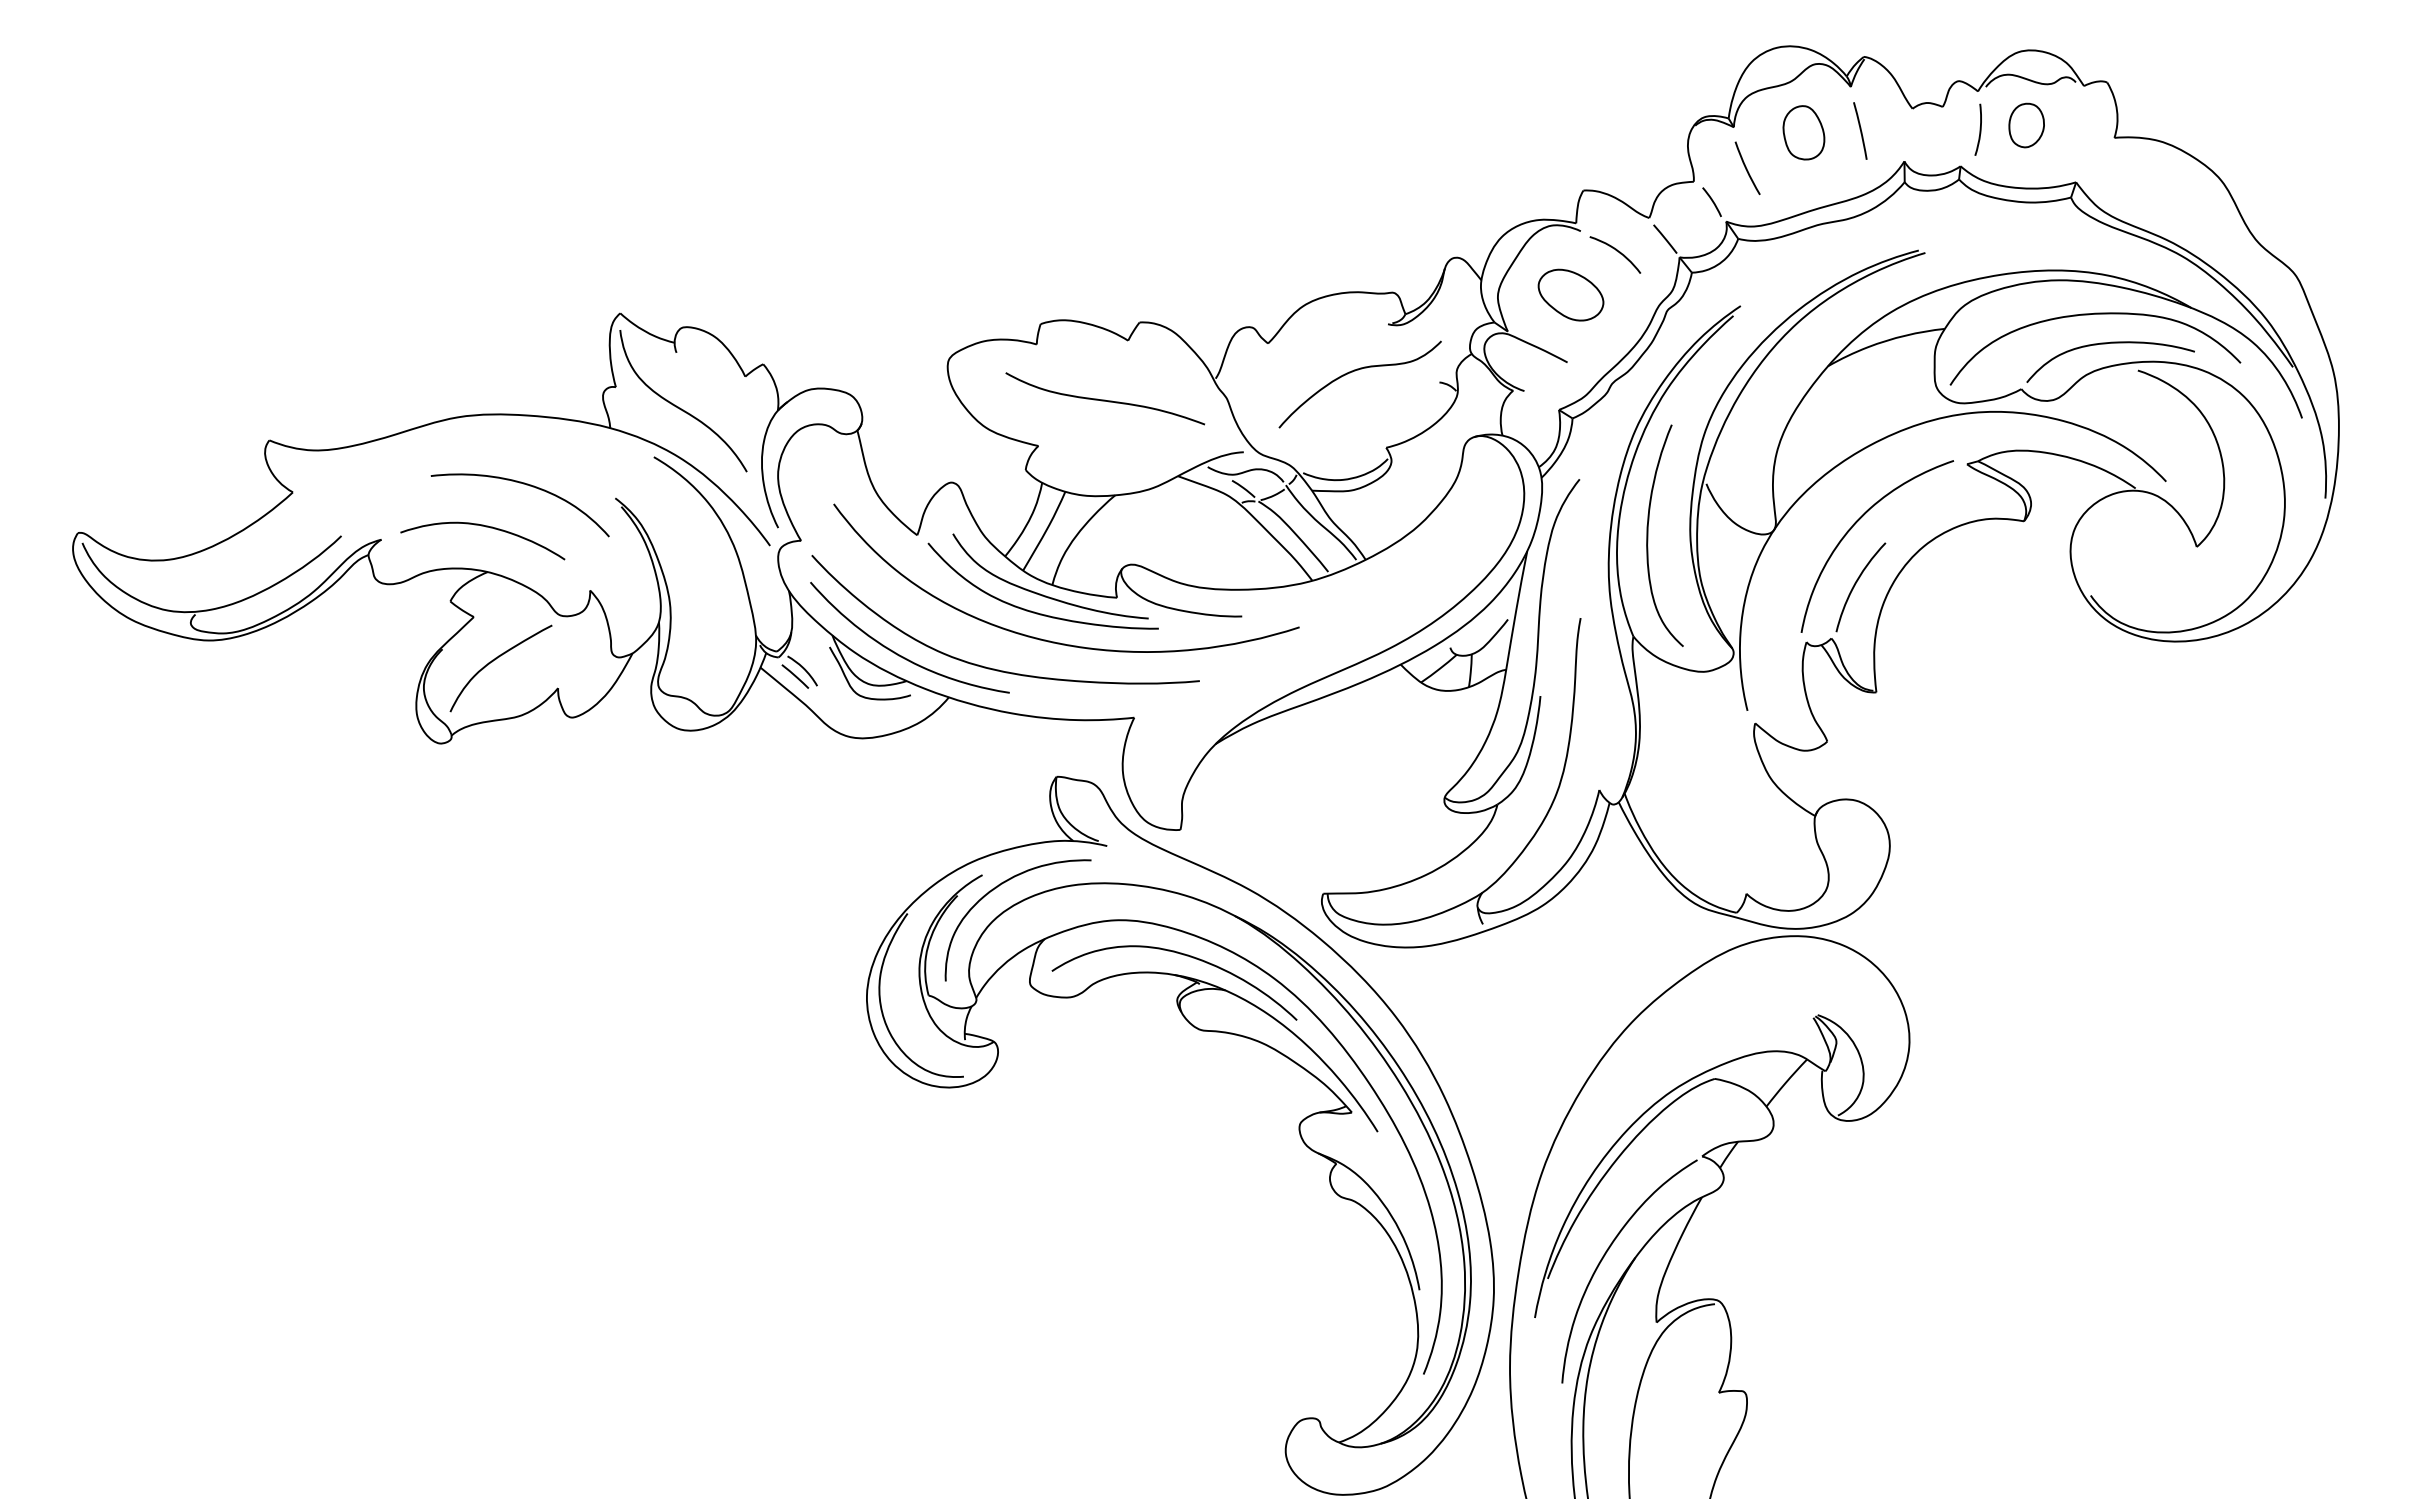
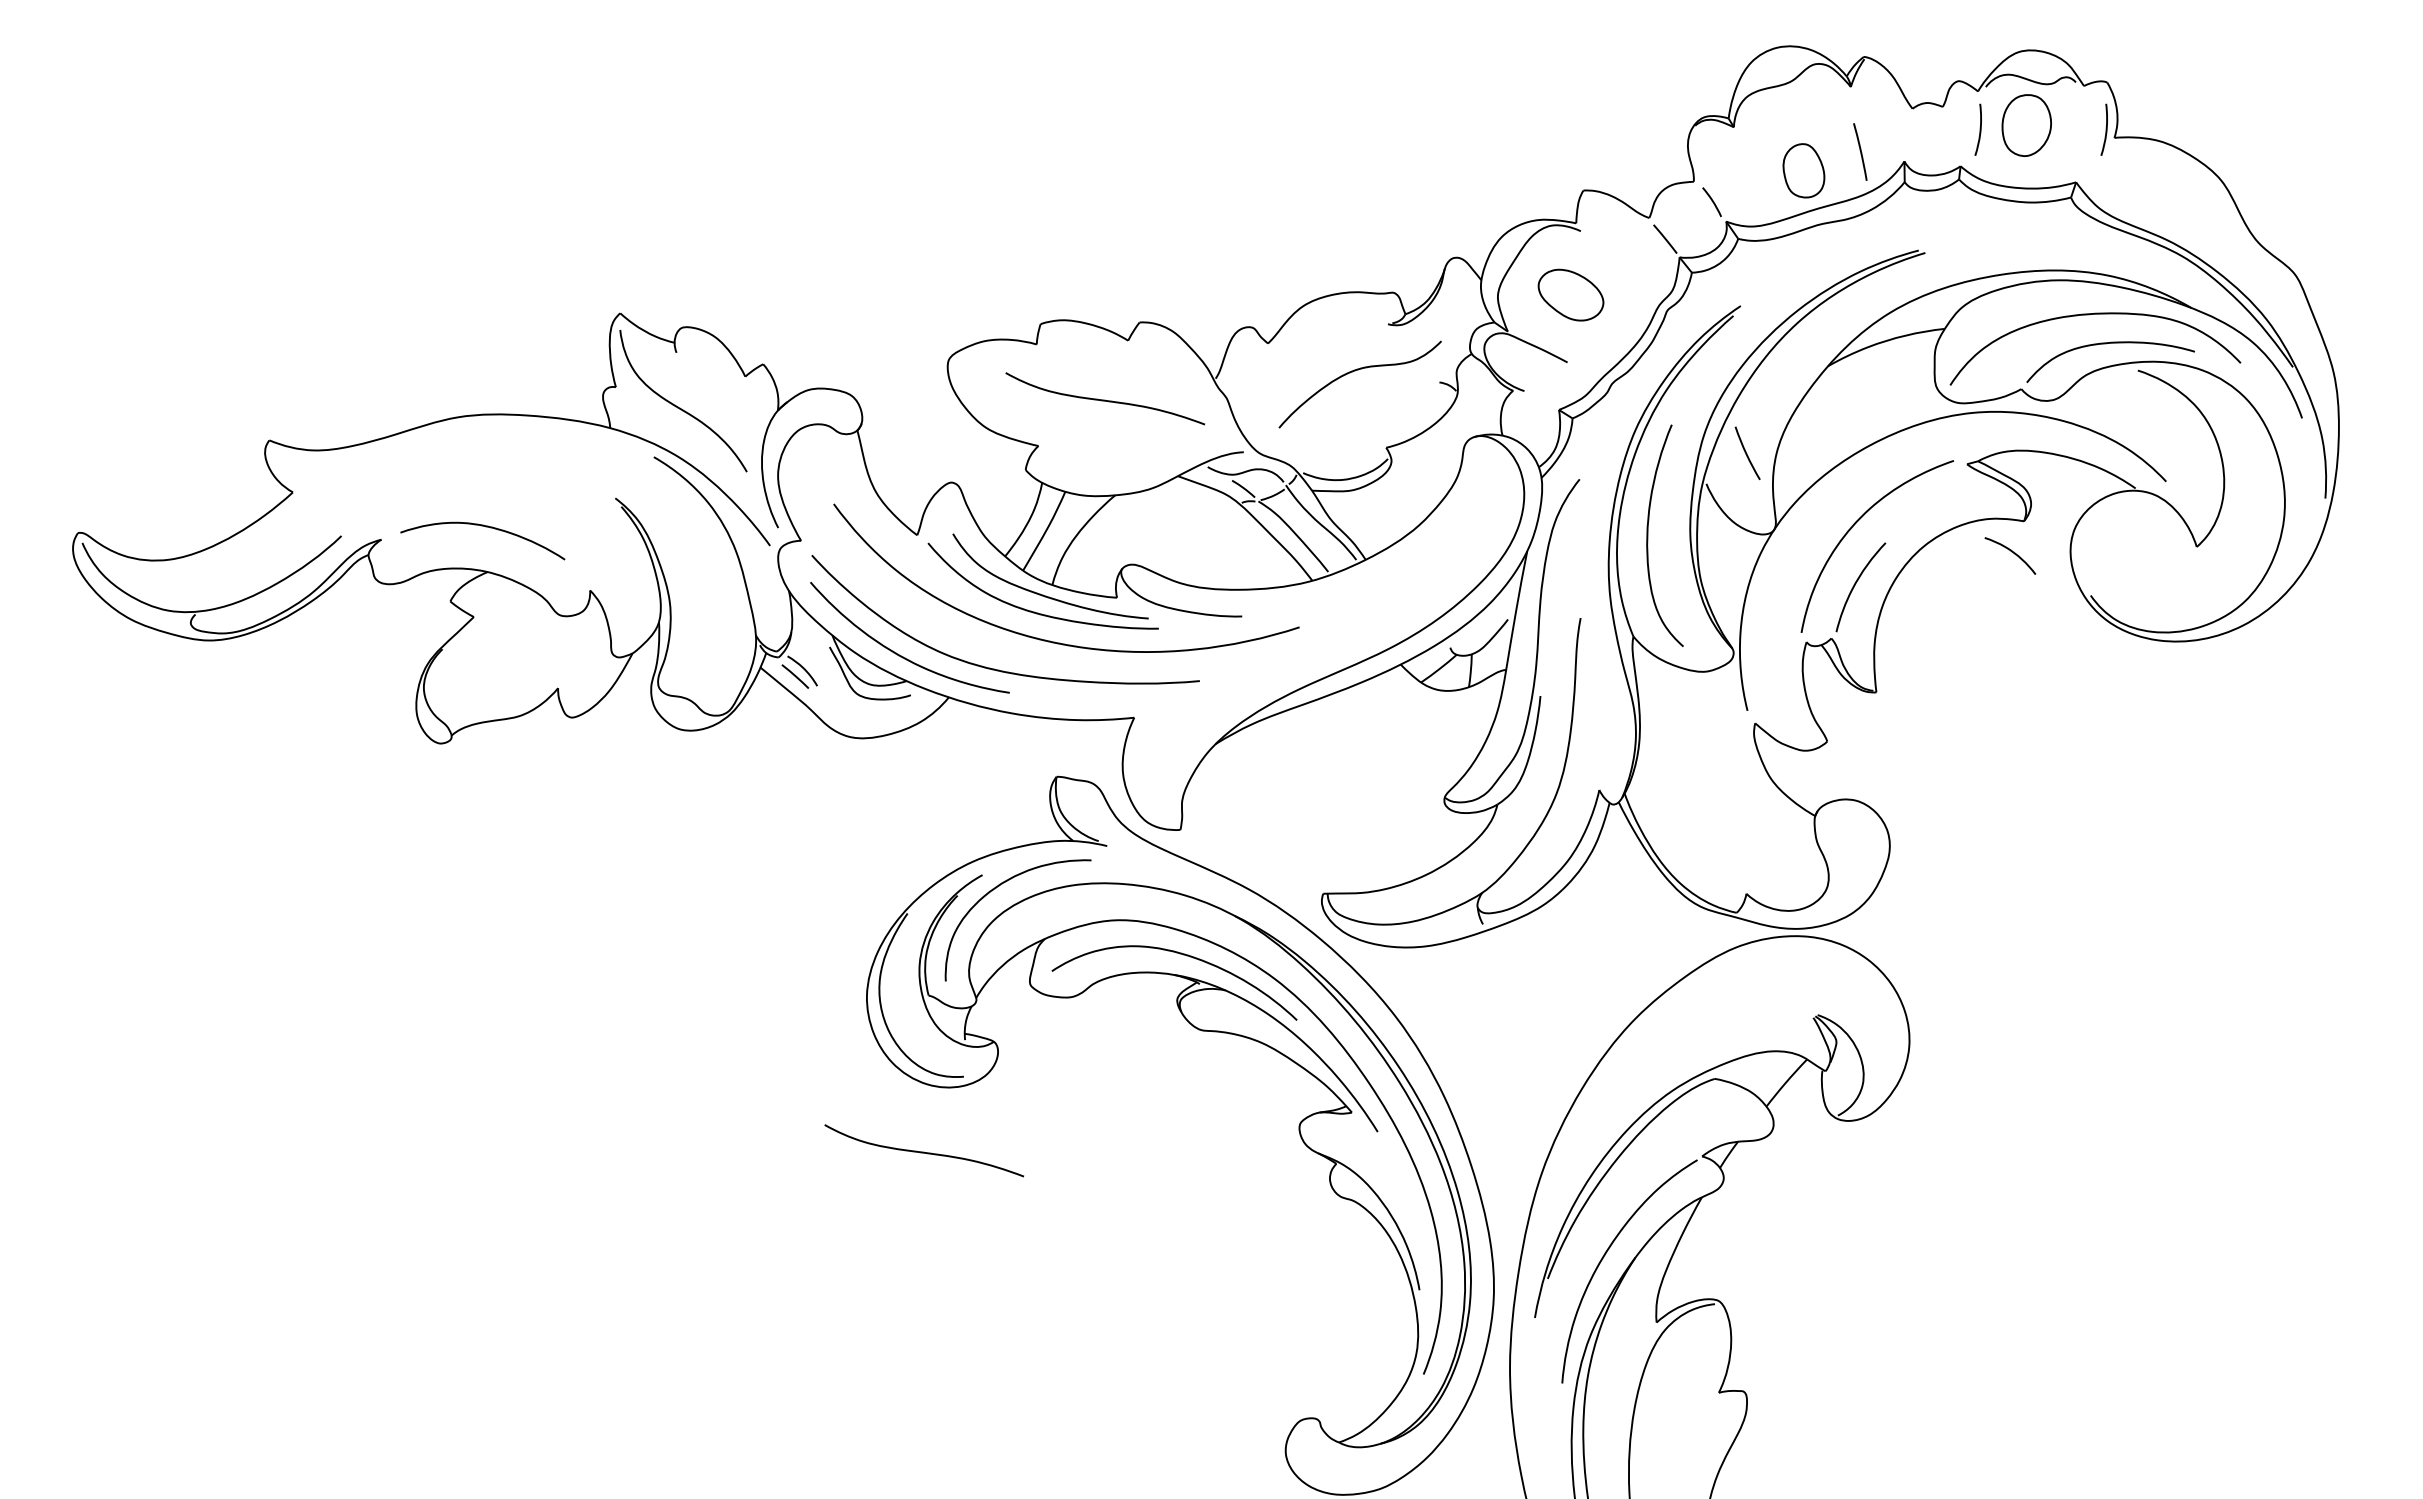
part at (2026, 125) size: 37x47 px -> 51x63 px
curve at (2105, 129): none -> present
line at (1860, 130) position: (1860, 130) -> (1860, 151)
part at (1803, 132) position: (1803, 132) -> (1803, 170)
curve at (1747, 168) position: (1747, 168) -> (1747, 453)
curve at (1616, 251) position: (1616, 251) -> (2011, 552)
curve at (526, 485): present -> none
curve at (495, 660): present -> none
curve at (923, 1151): none -> present
